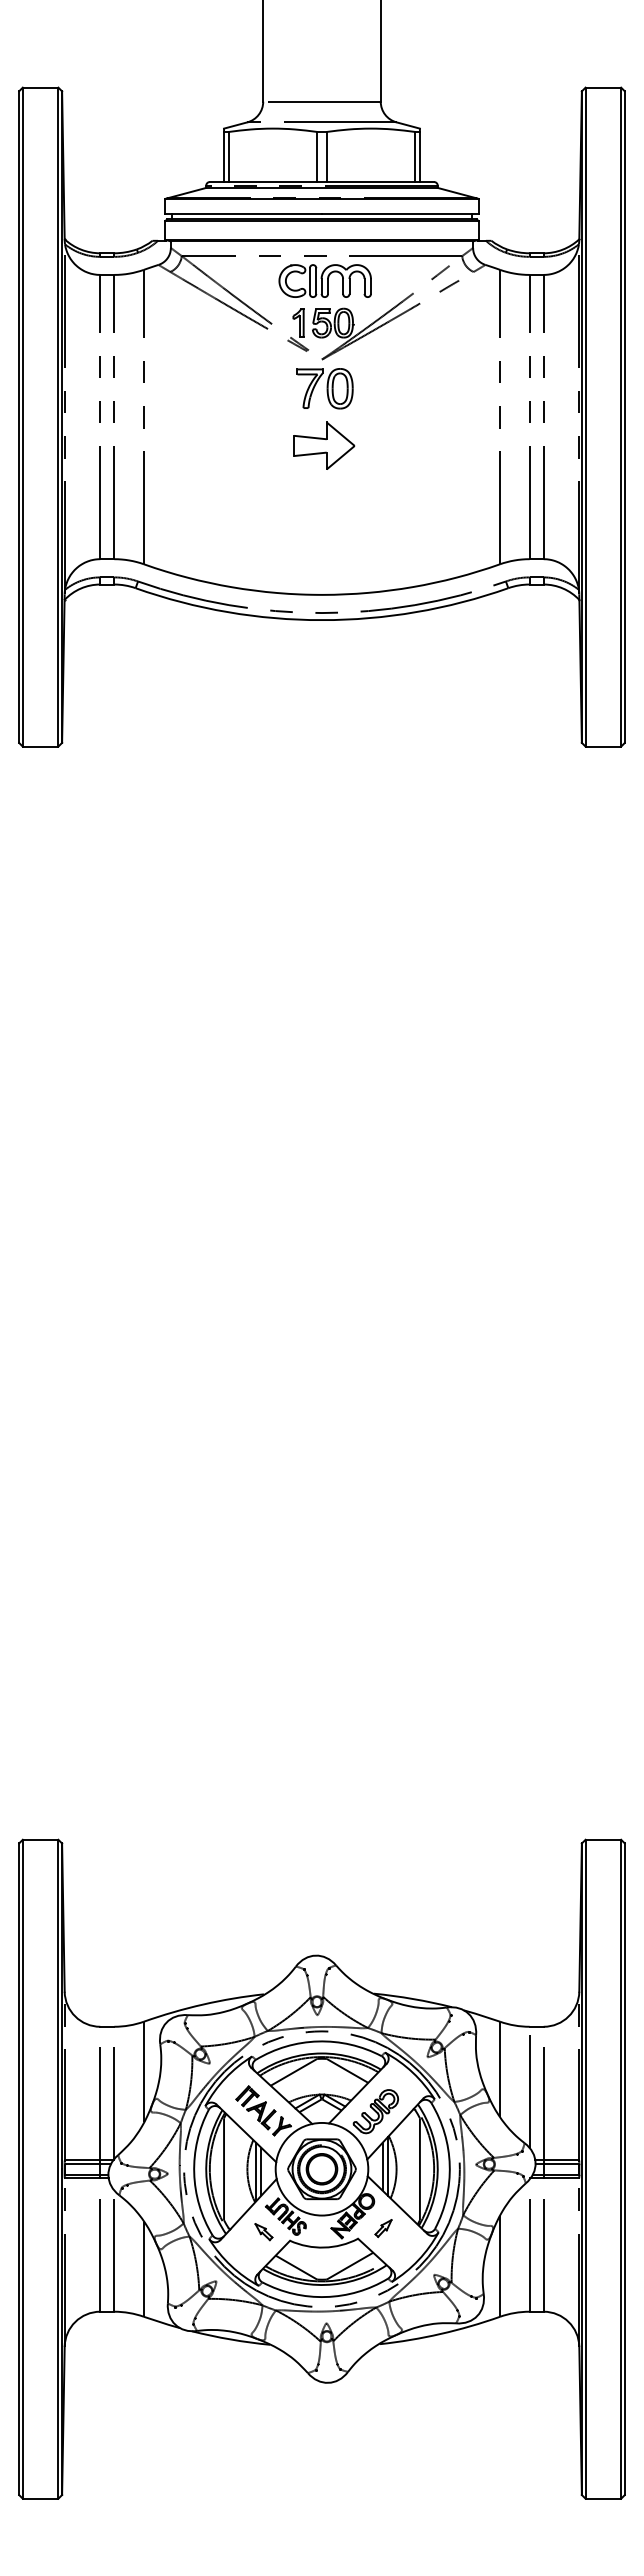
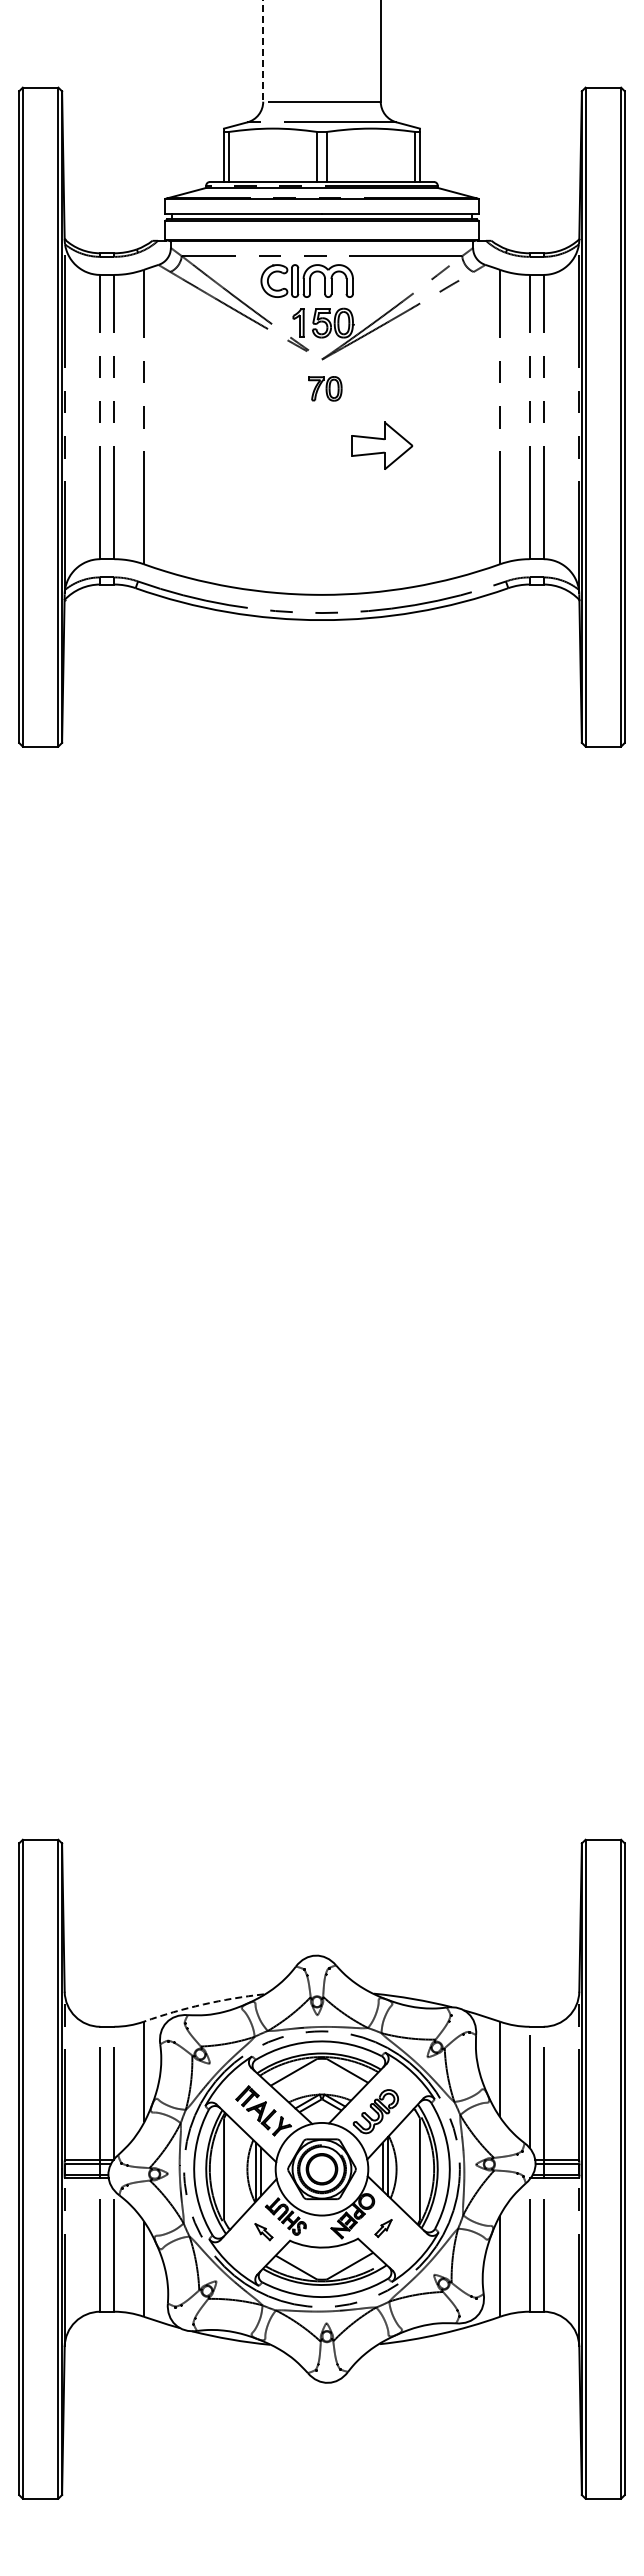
line at (263, 51): solid -> dashed
part at (324, 280) position: (324, 280) -> (306, 280)
part at (324, 388) size: 58x42 px -> 35x26 px
part at (324, 445) position: (324, 445) -> (382, 445)
arc at (203, 2004): solid -> dashed
